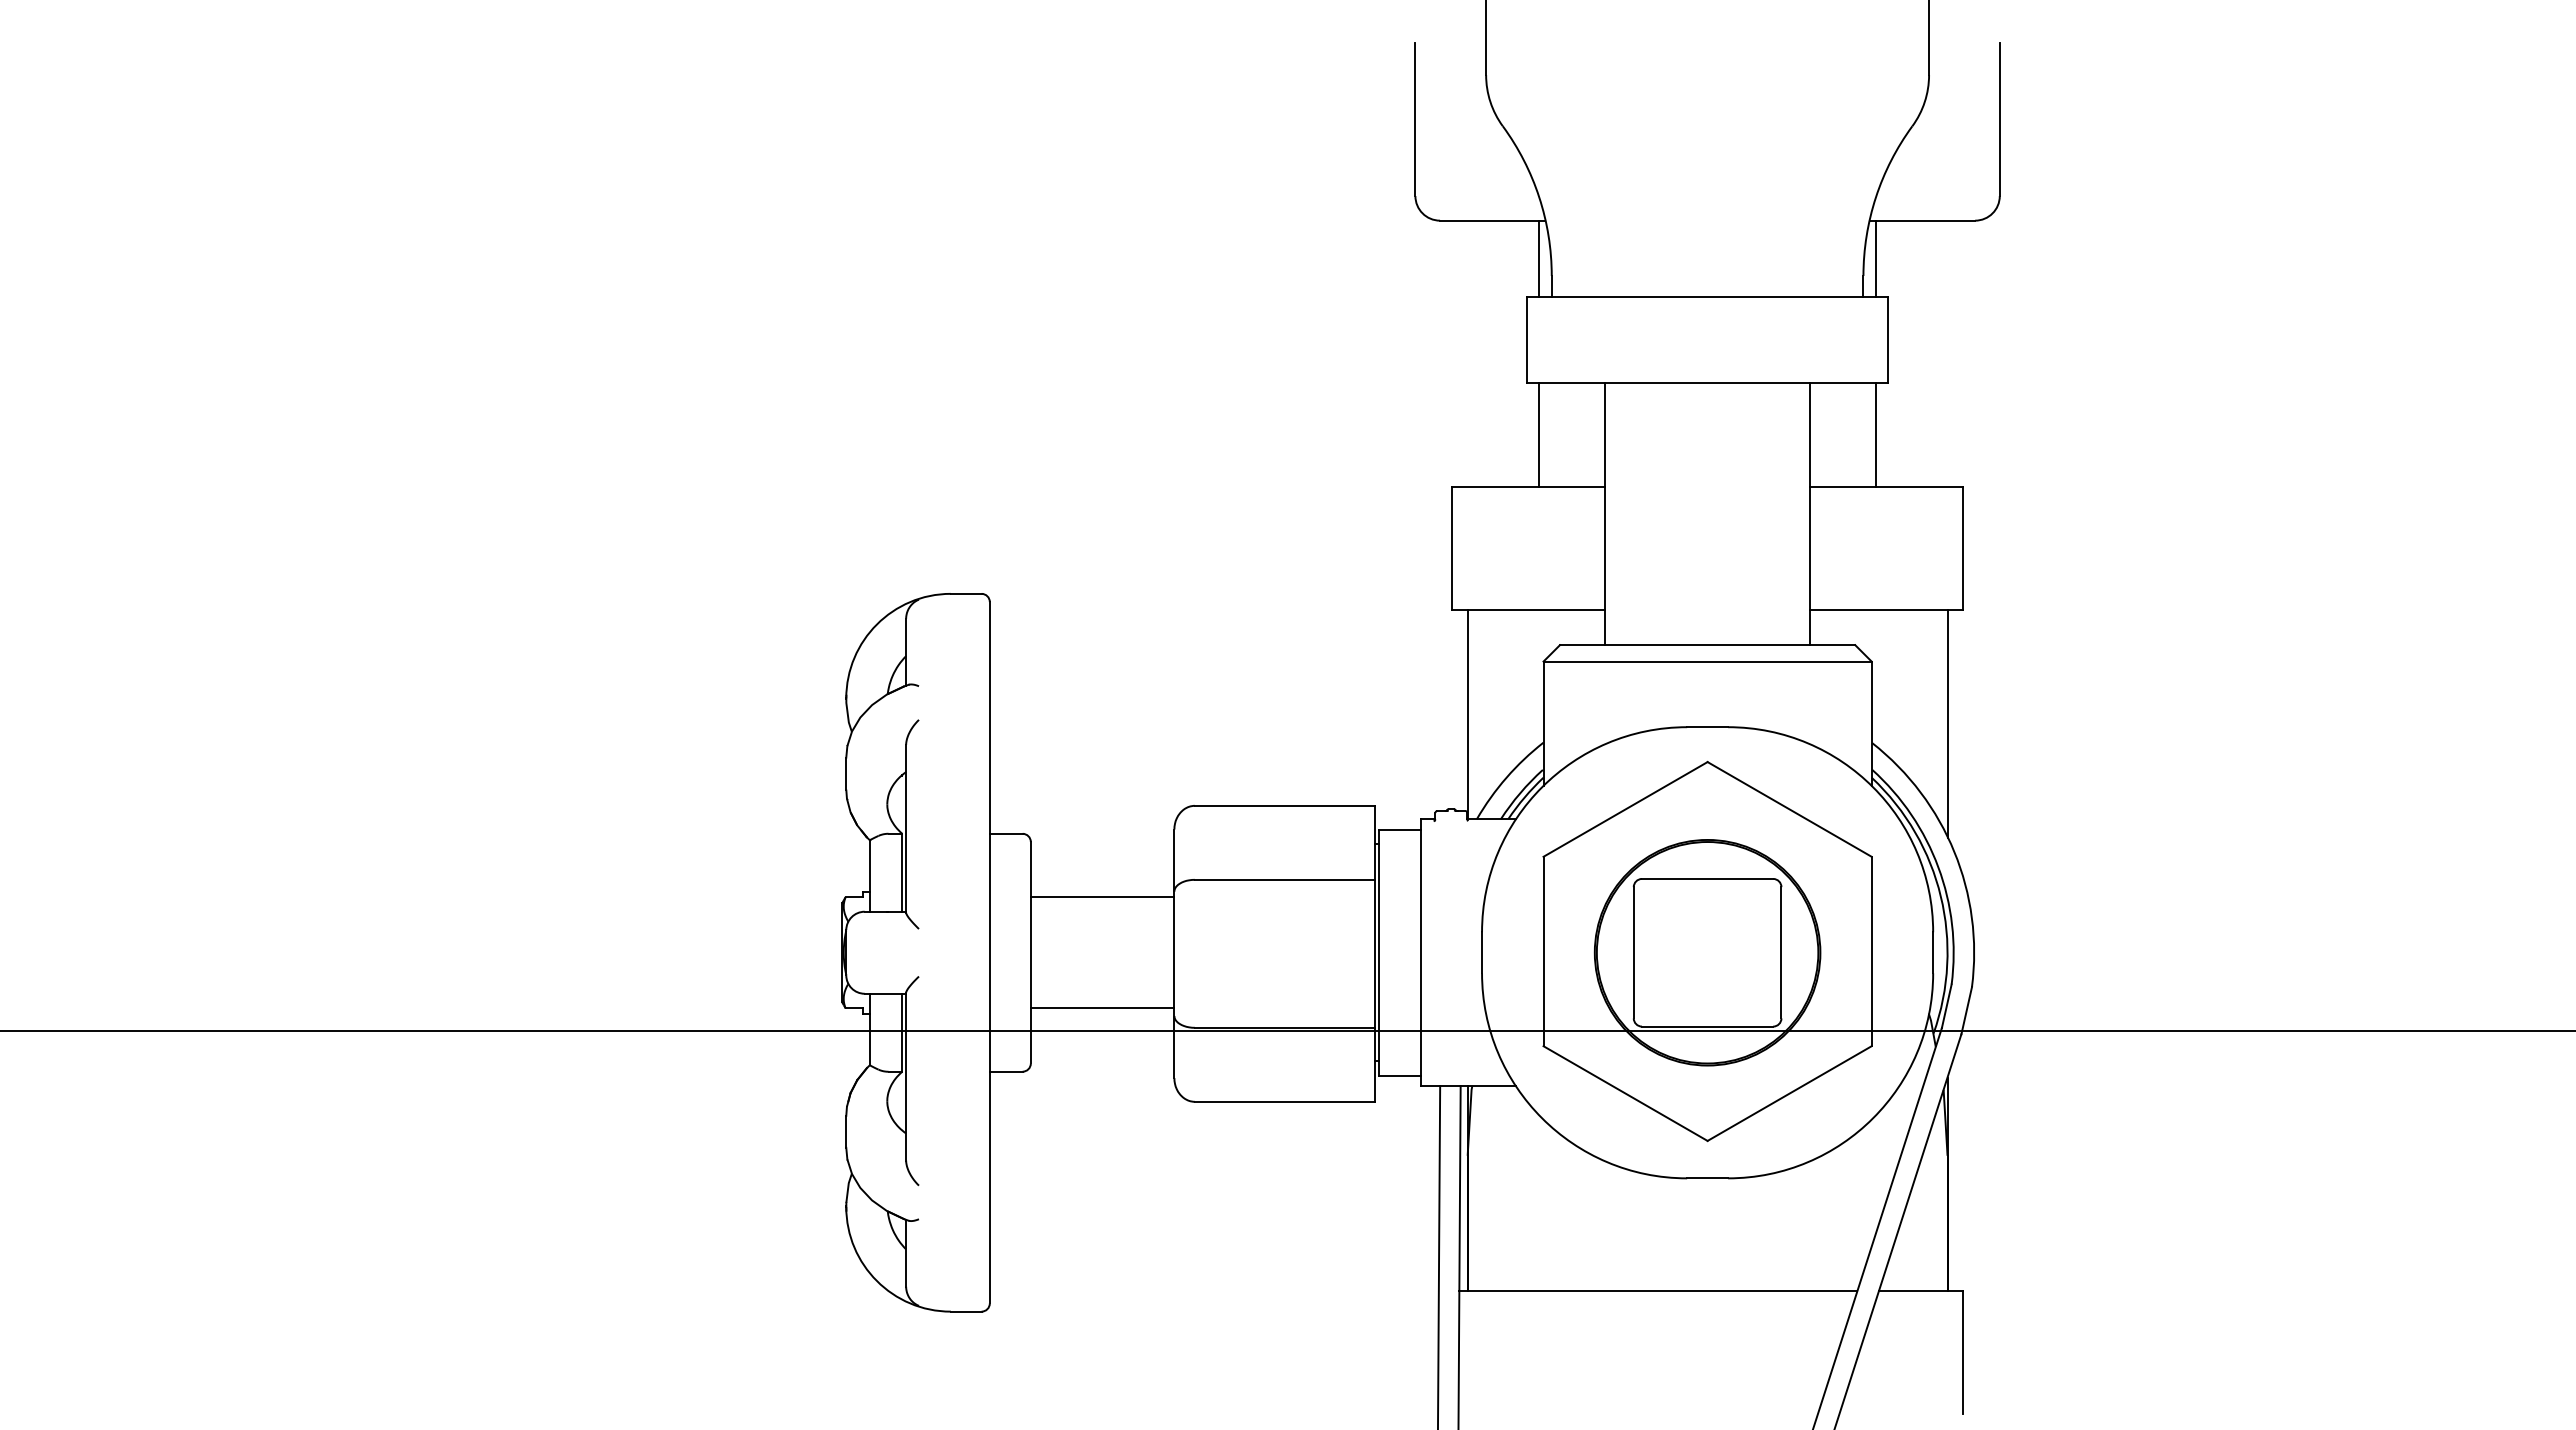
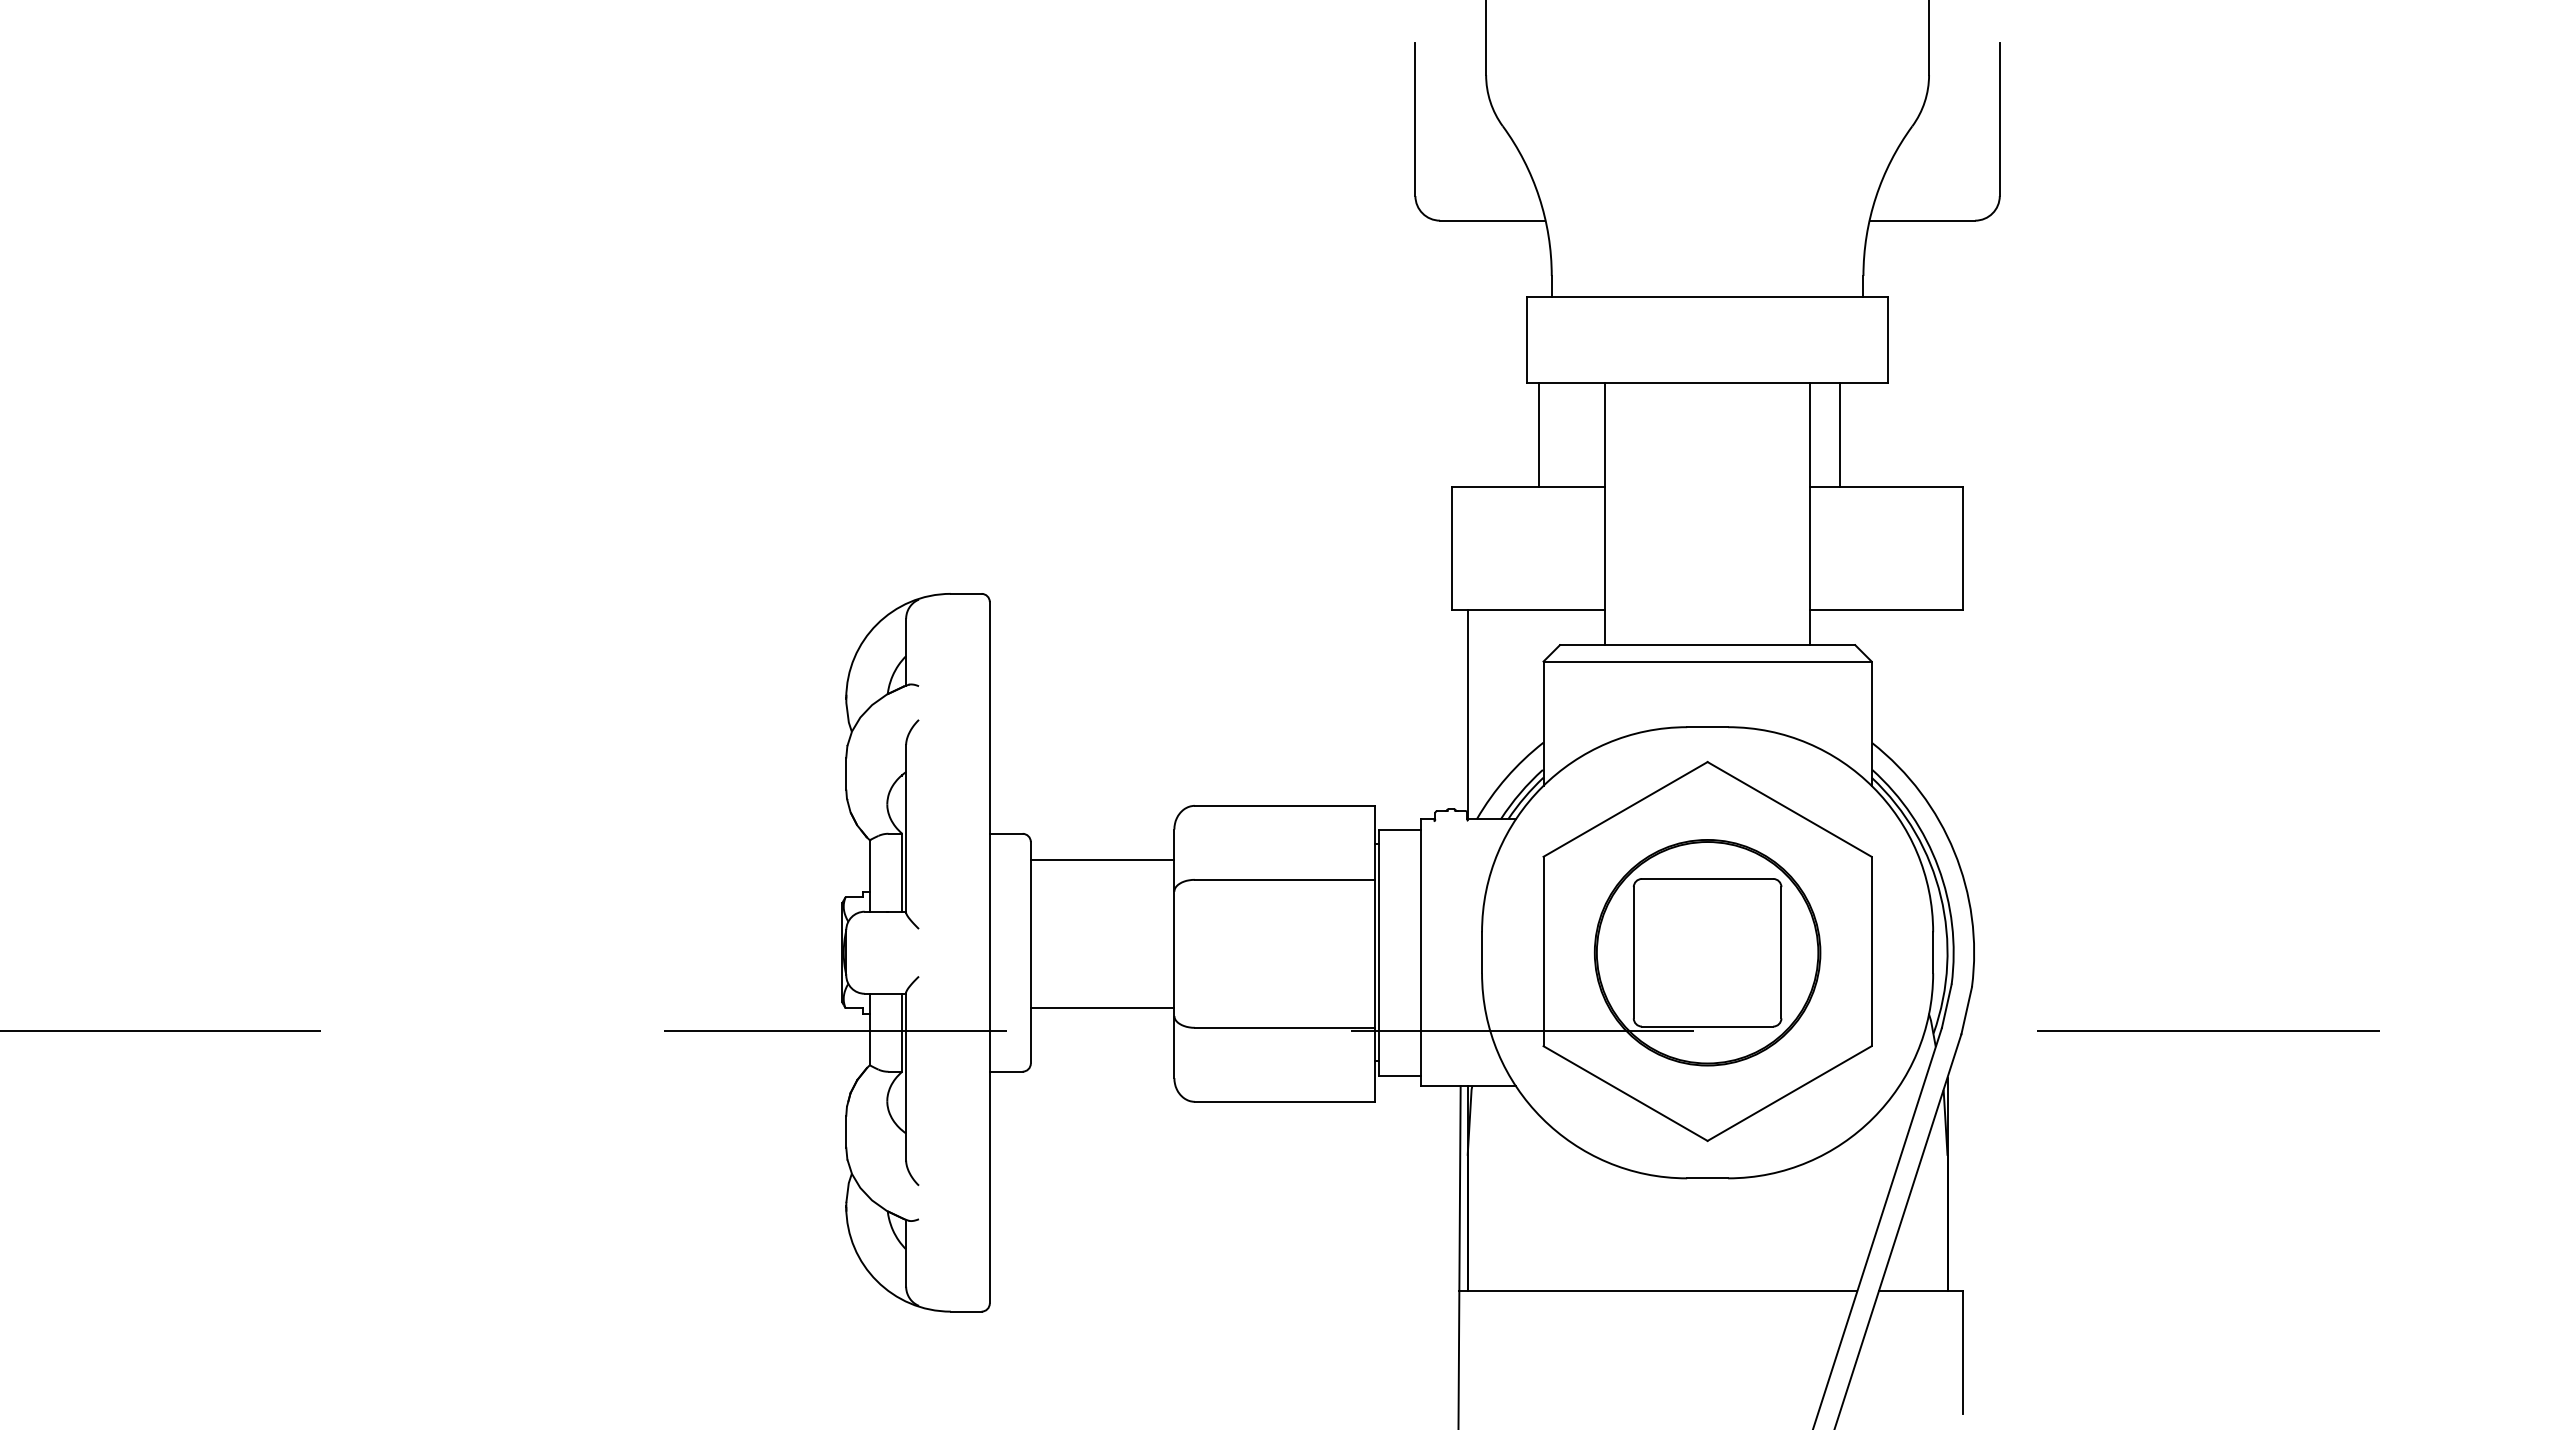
line at (1539, 258): present -> none
line at (1875, 258): present -> none
line at (1875, 434) position: (1875, 434) -> (1839, 434)
line at (1947, 724): present -> none
line at (1102, 897) position: (1102, 897) -> (1102, 860)
line at (1288, 1031): solid -> dashed
line at (1439, 1256): present -> none
